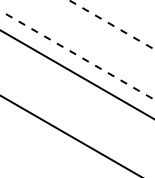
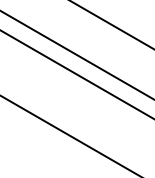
line at (111, 24): dashed -> solid
line at (77, 55): dashed -> solid
